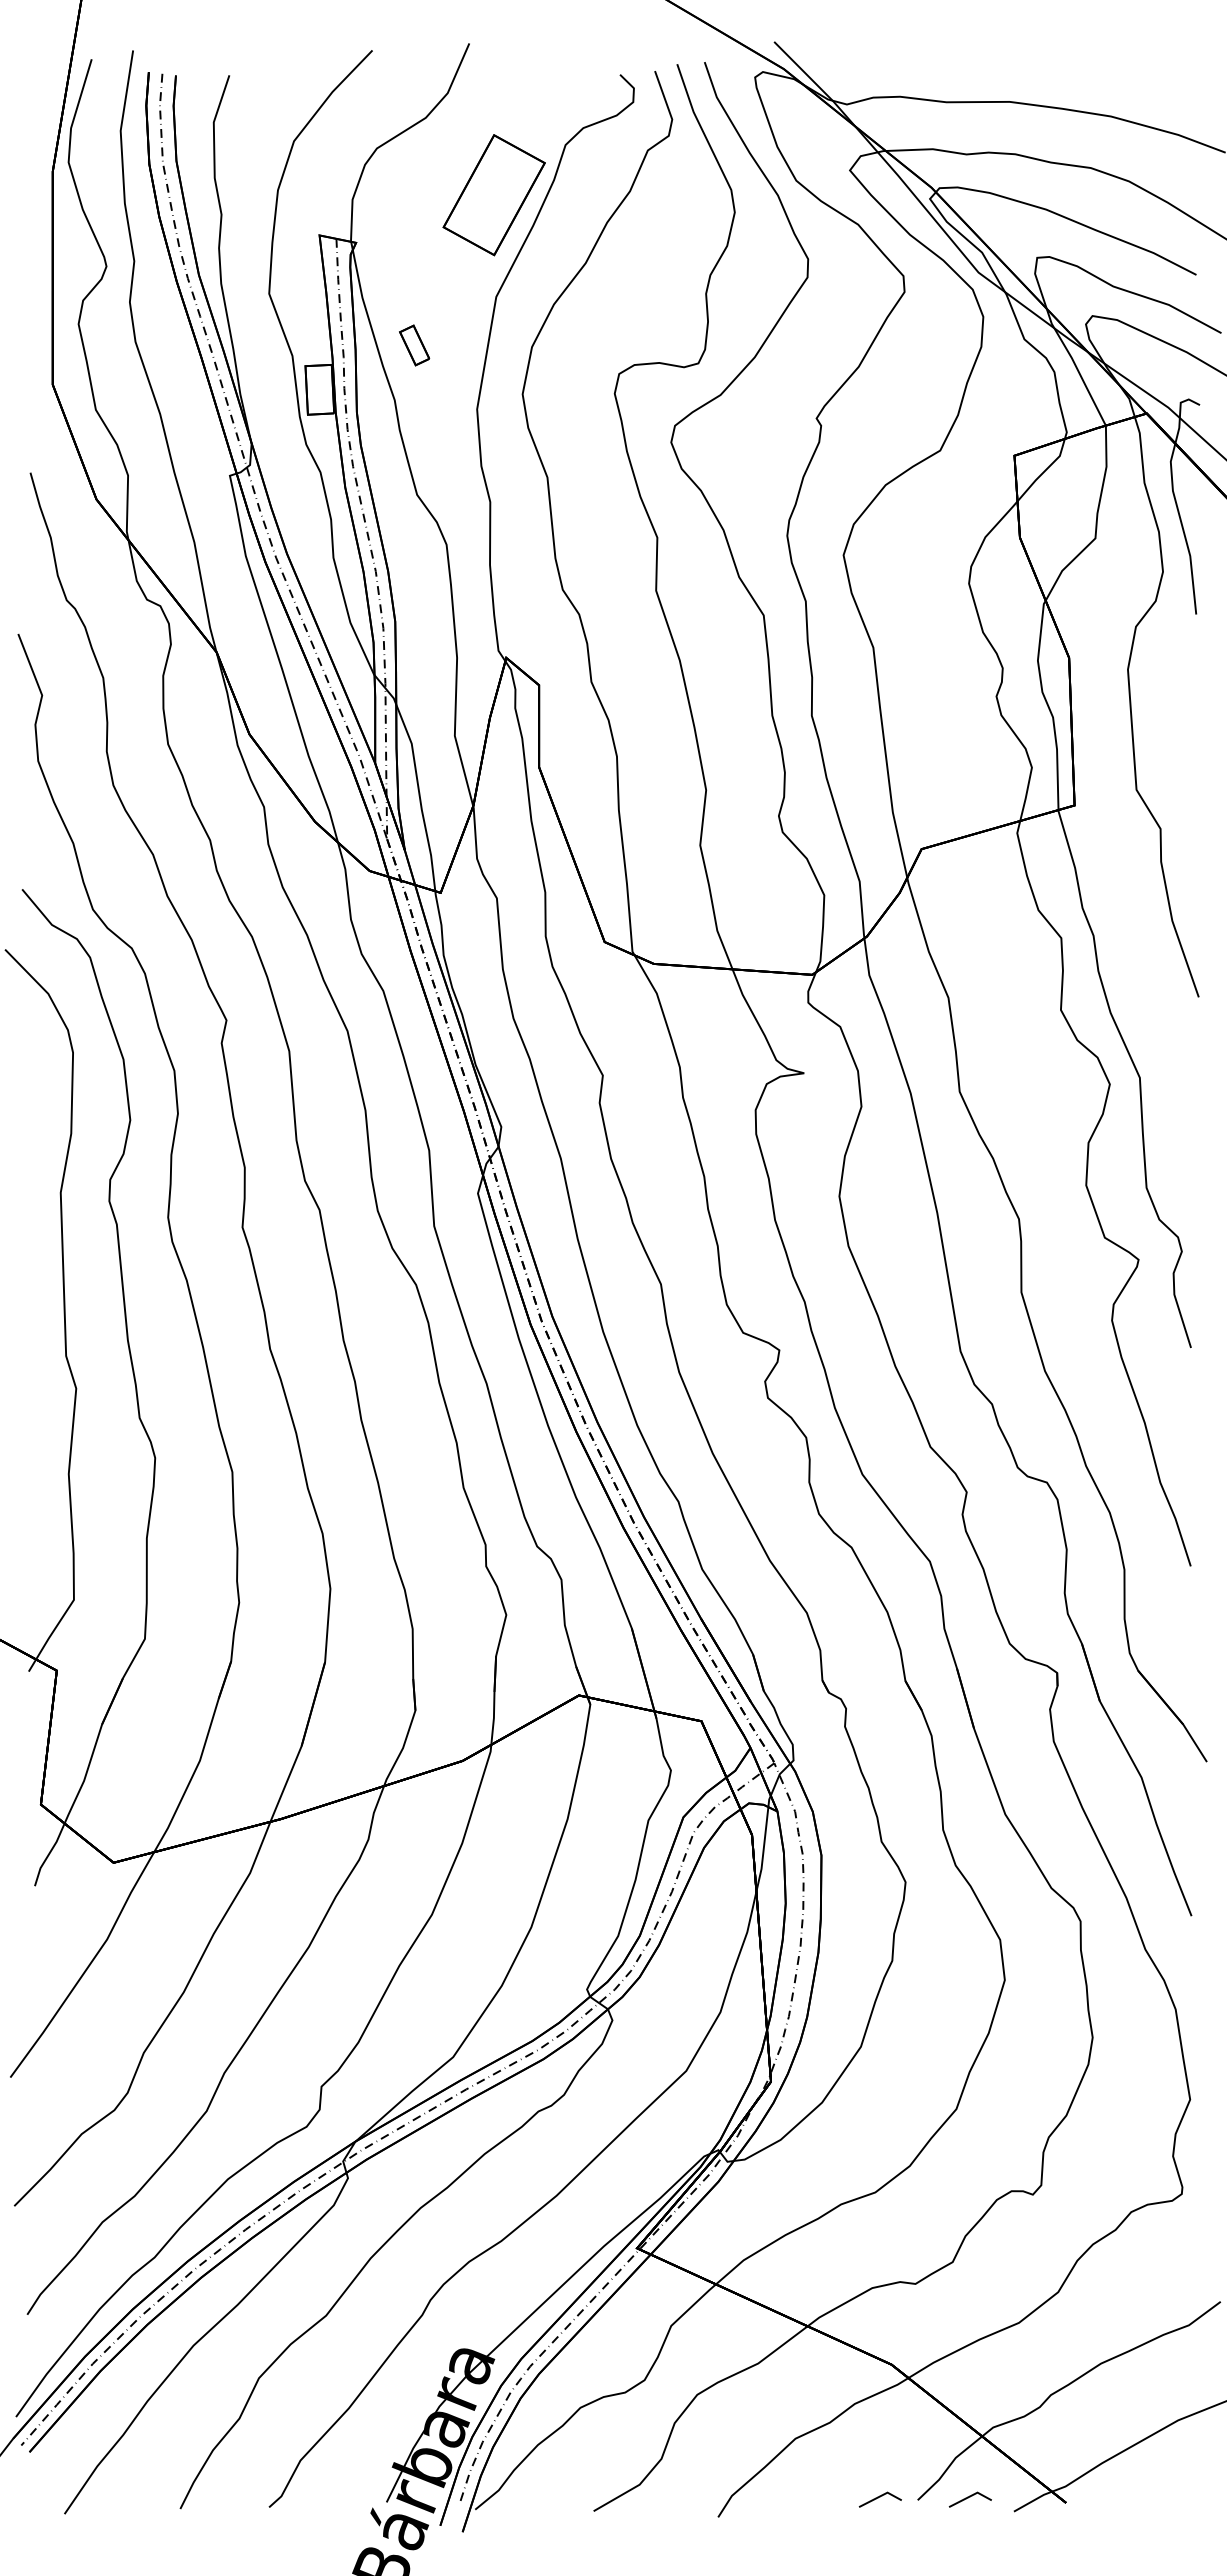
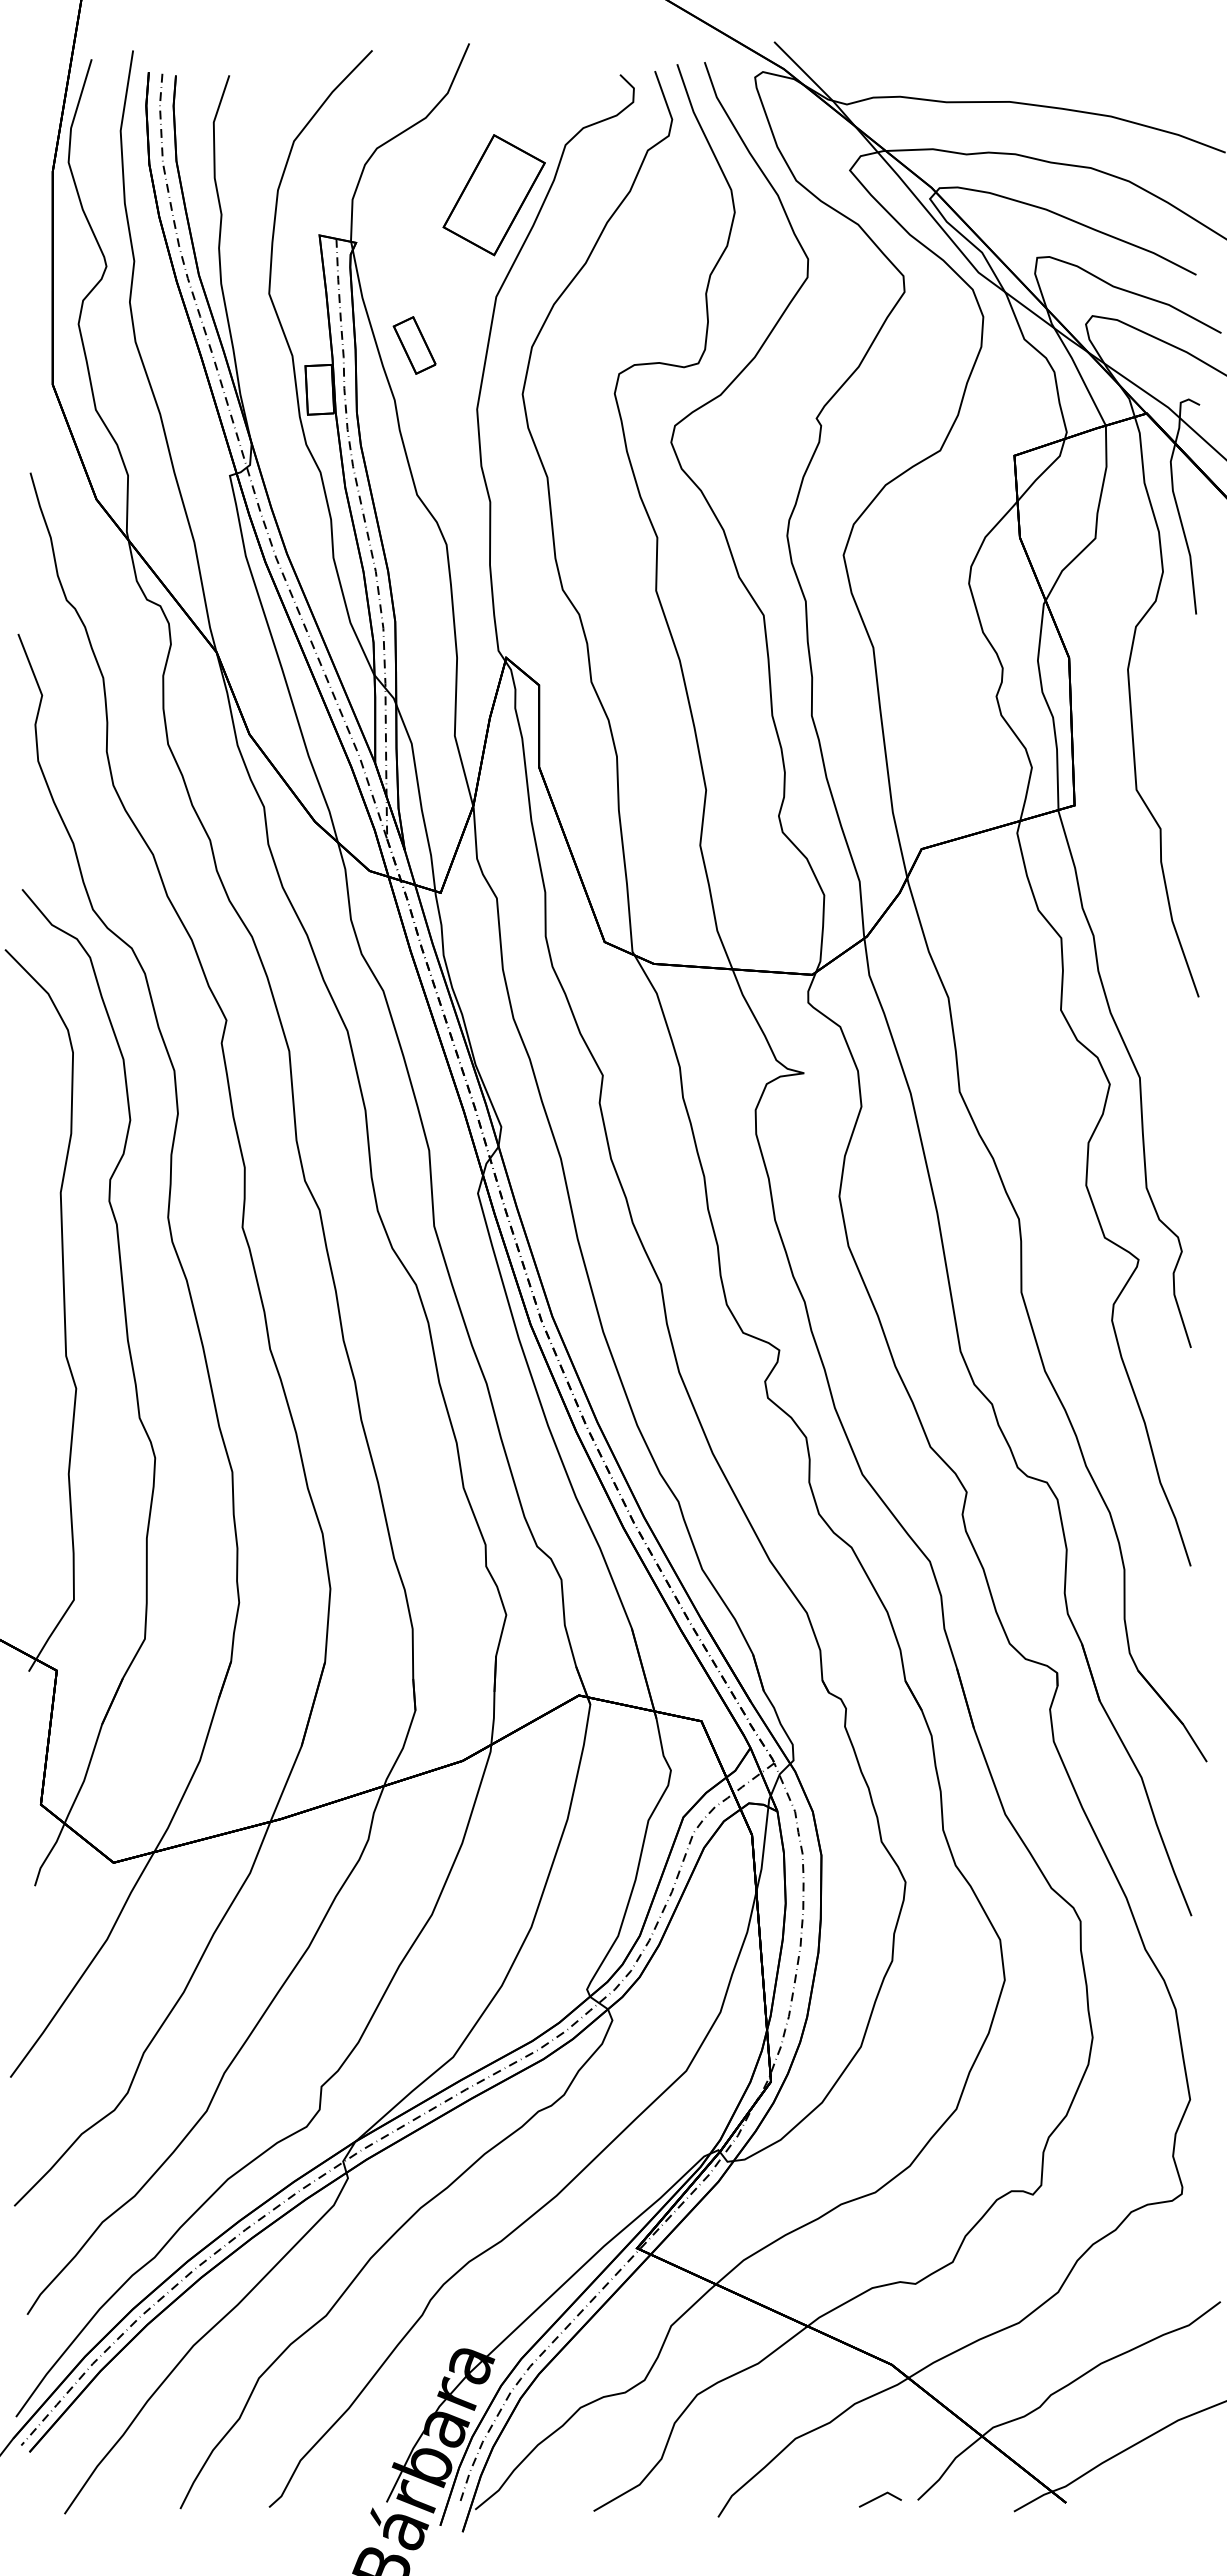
part at (414, 345) size: 32x43 px -> 45x59 px
line at (968, 2498): present -> none
